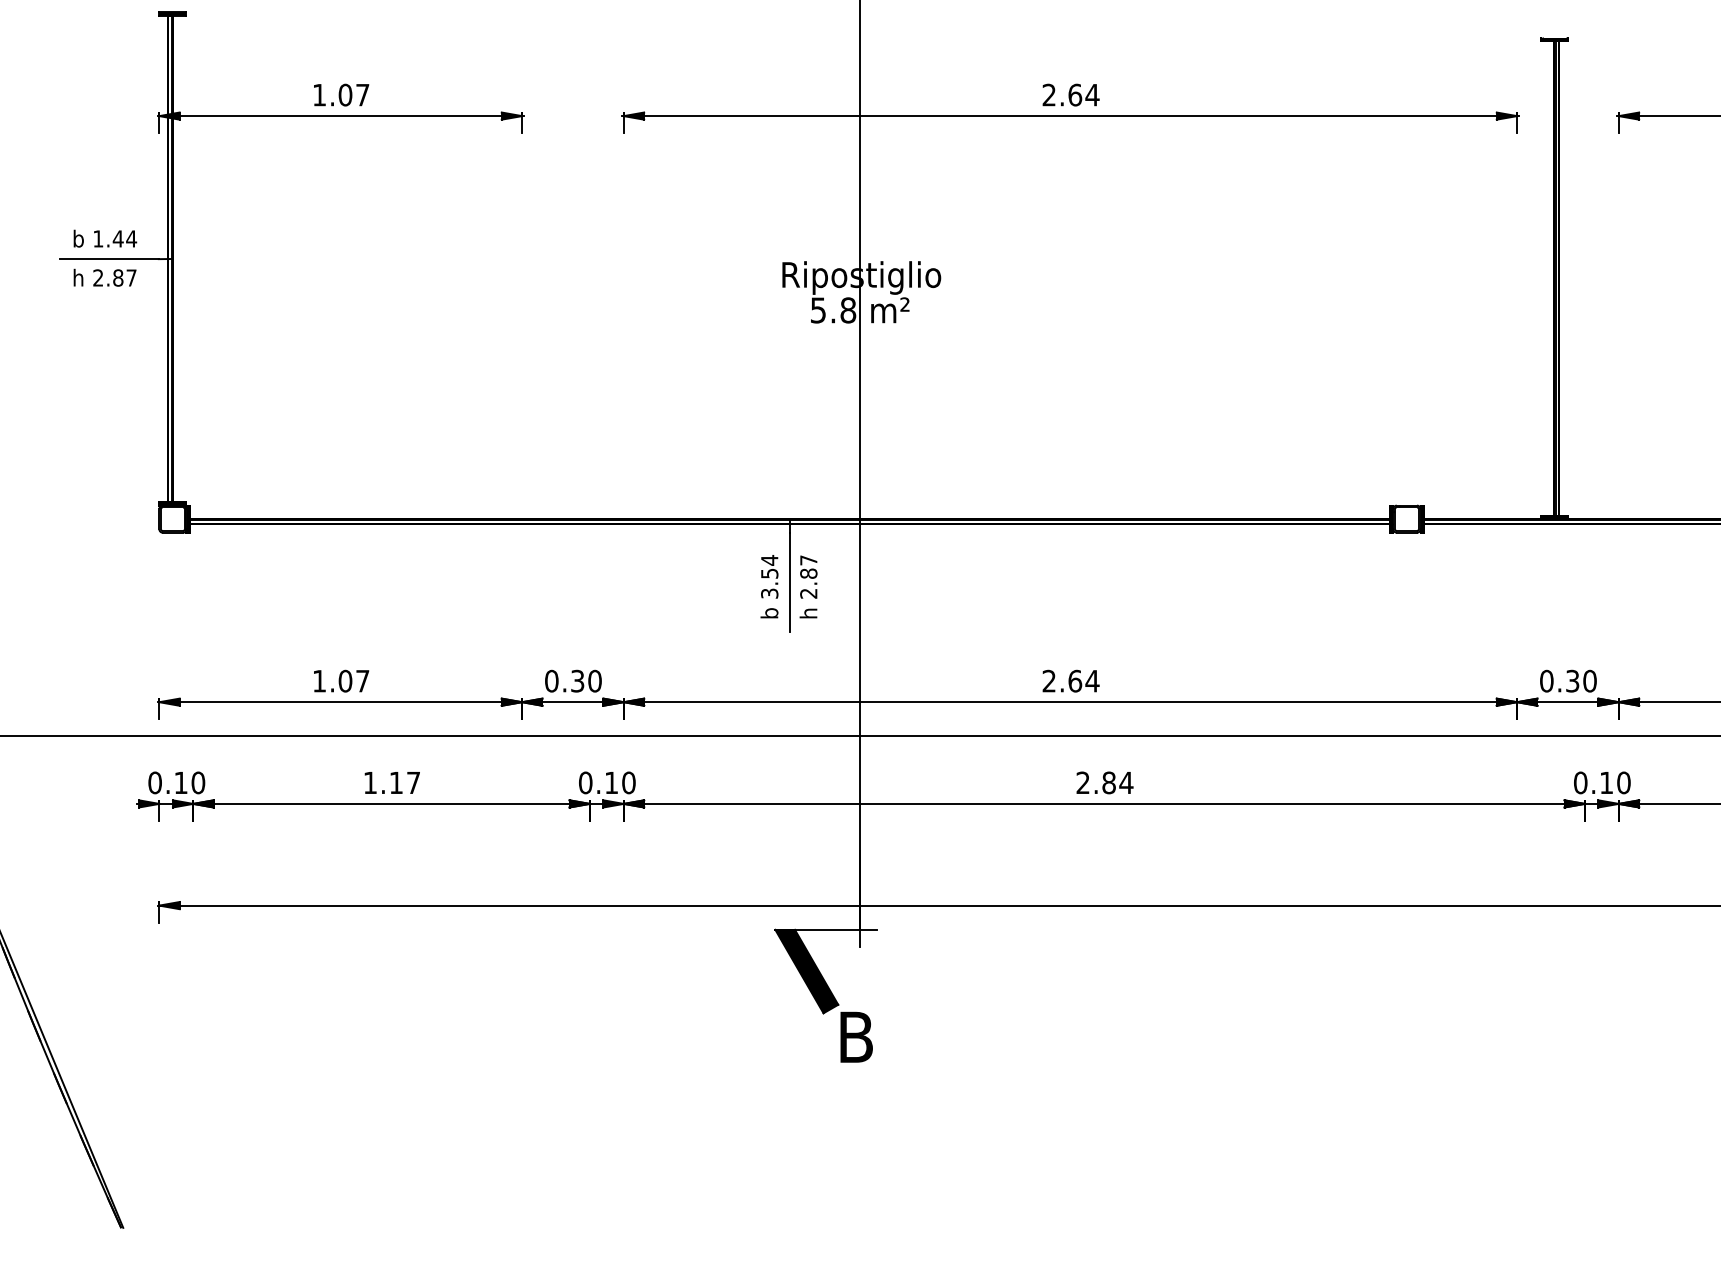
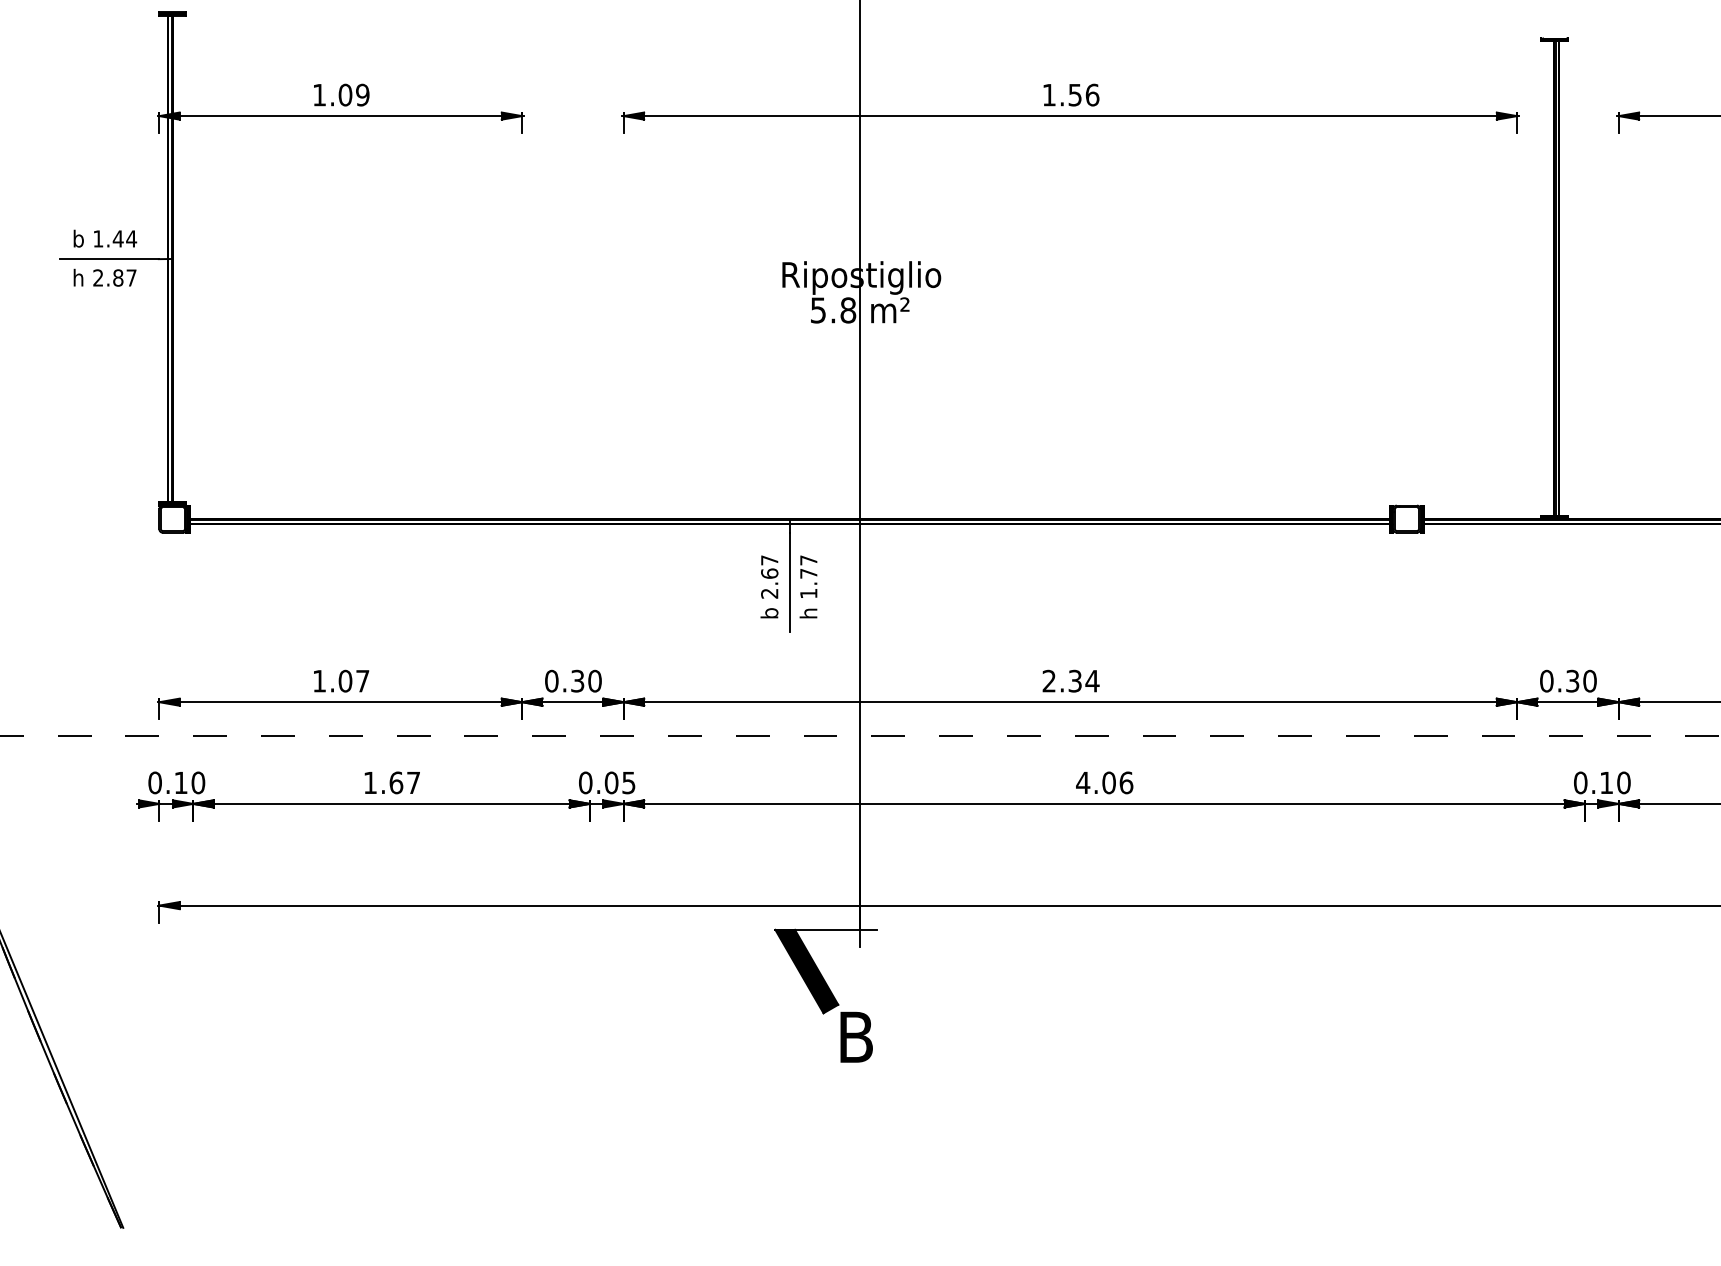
text at (362, 94): 1.07 -> 1.09
text at (1070, 94): 2.64 -> 1.56
text at (769, 576): 3.54 -> 2.67
text at (808, 583): 2.87 -> 1.77
text at (1075, 680): 2.64 -> 2.34
line at (861, 736): solid -> dashed
text at (396, 782): 1.17 -> 1.67
text at (619, 782): 0.10 -> 0.05
text at (1104, 782): 2.84 -> 4.06
